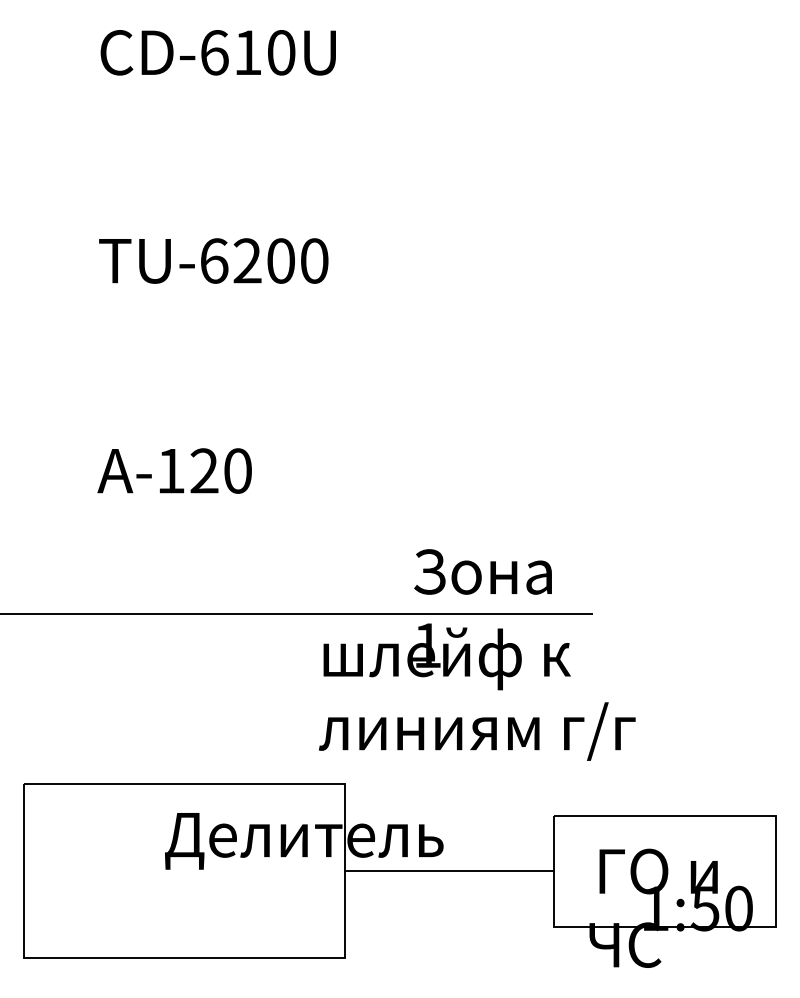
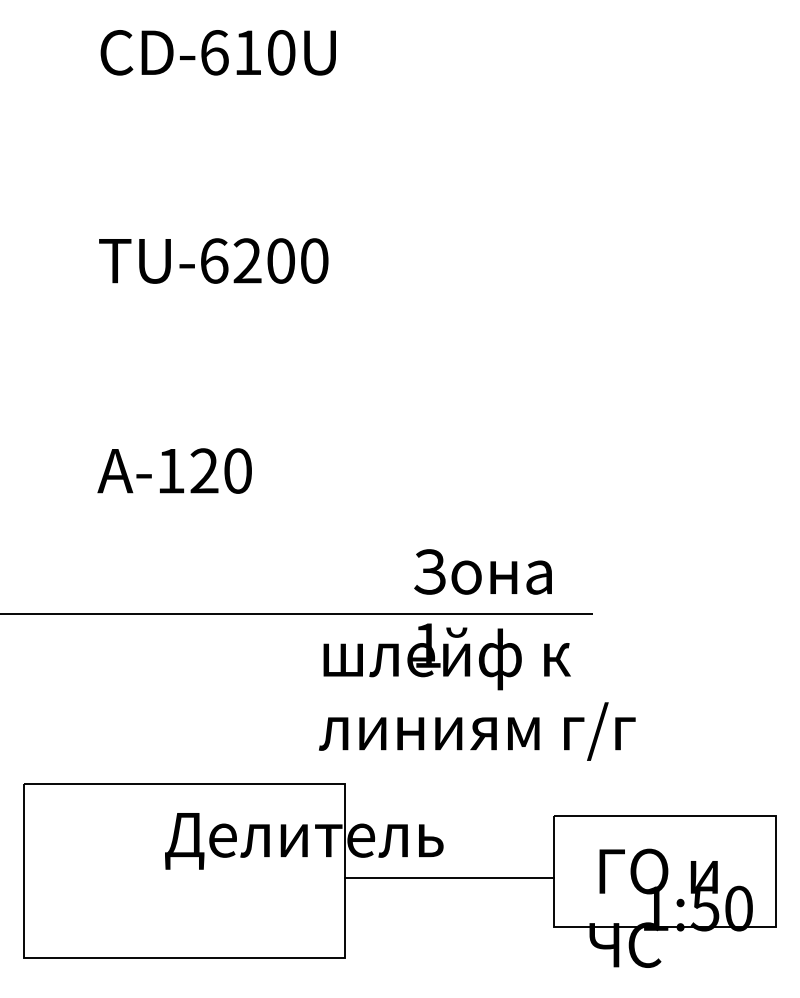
line at (449, 871) position: (449, 871) -> (449, 878)
